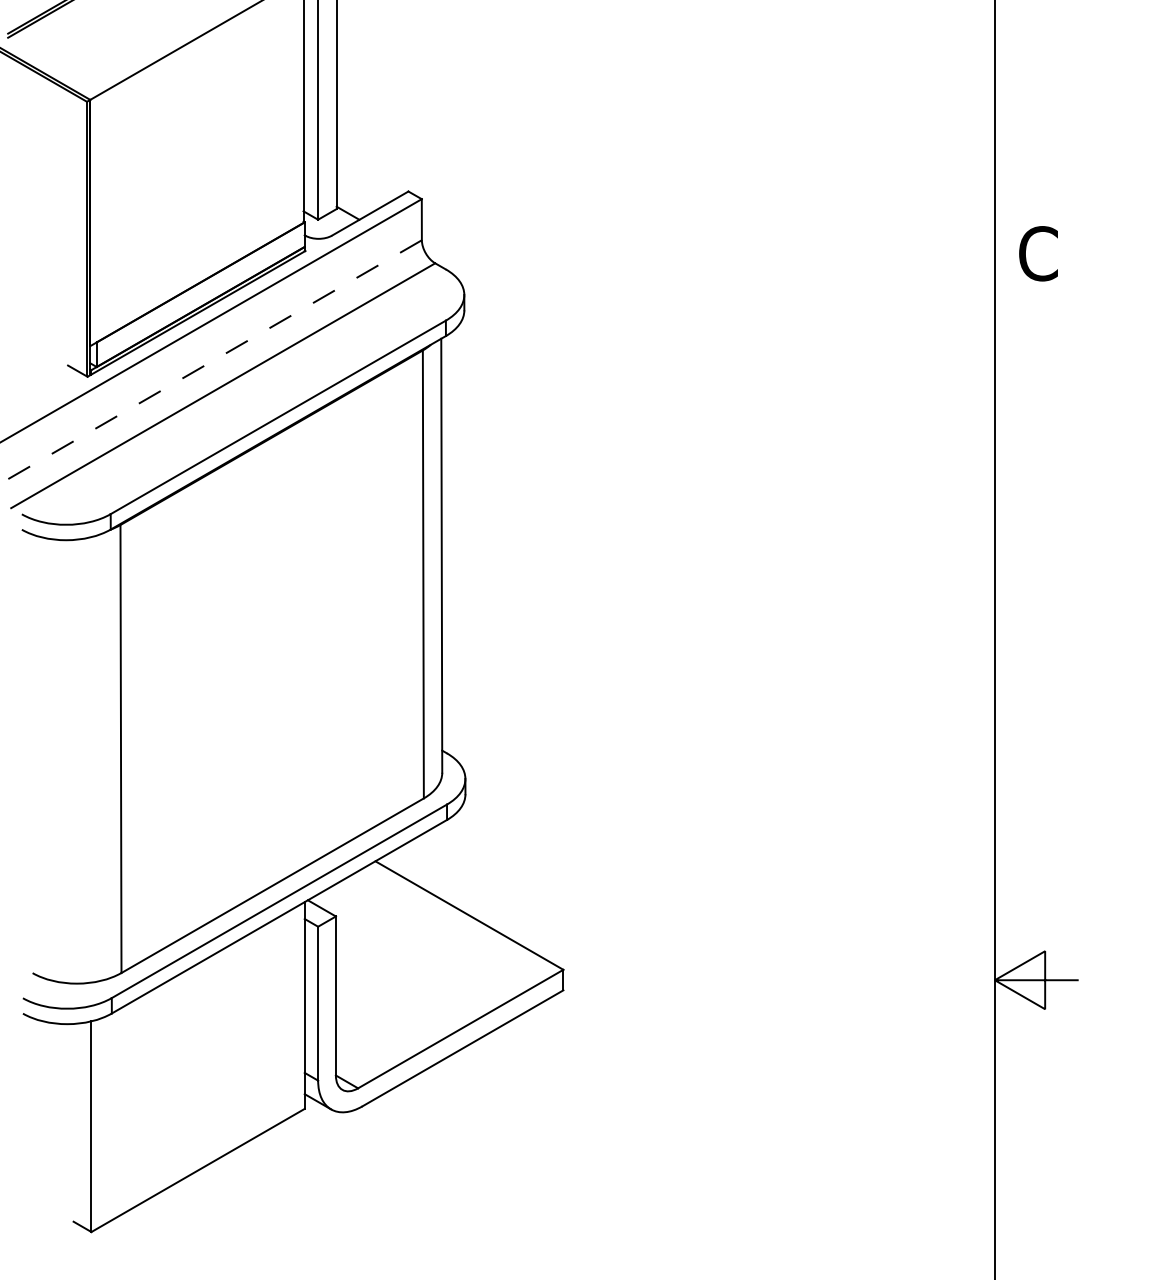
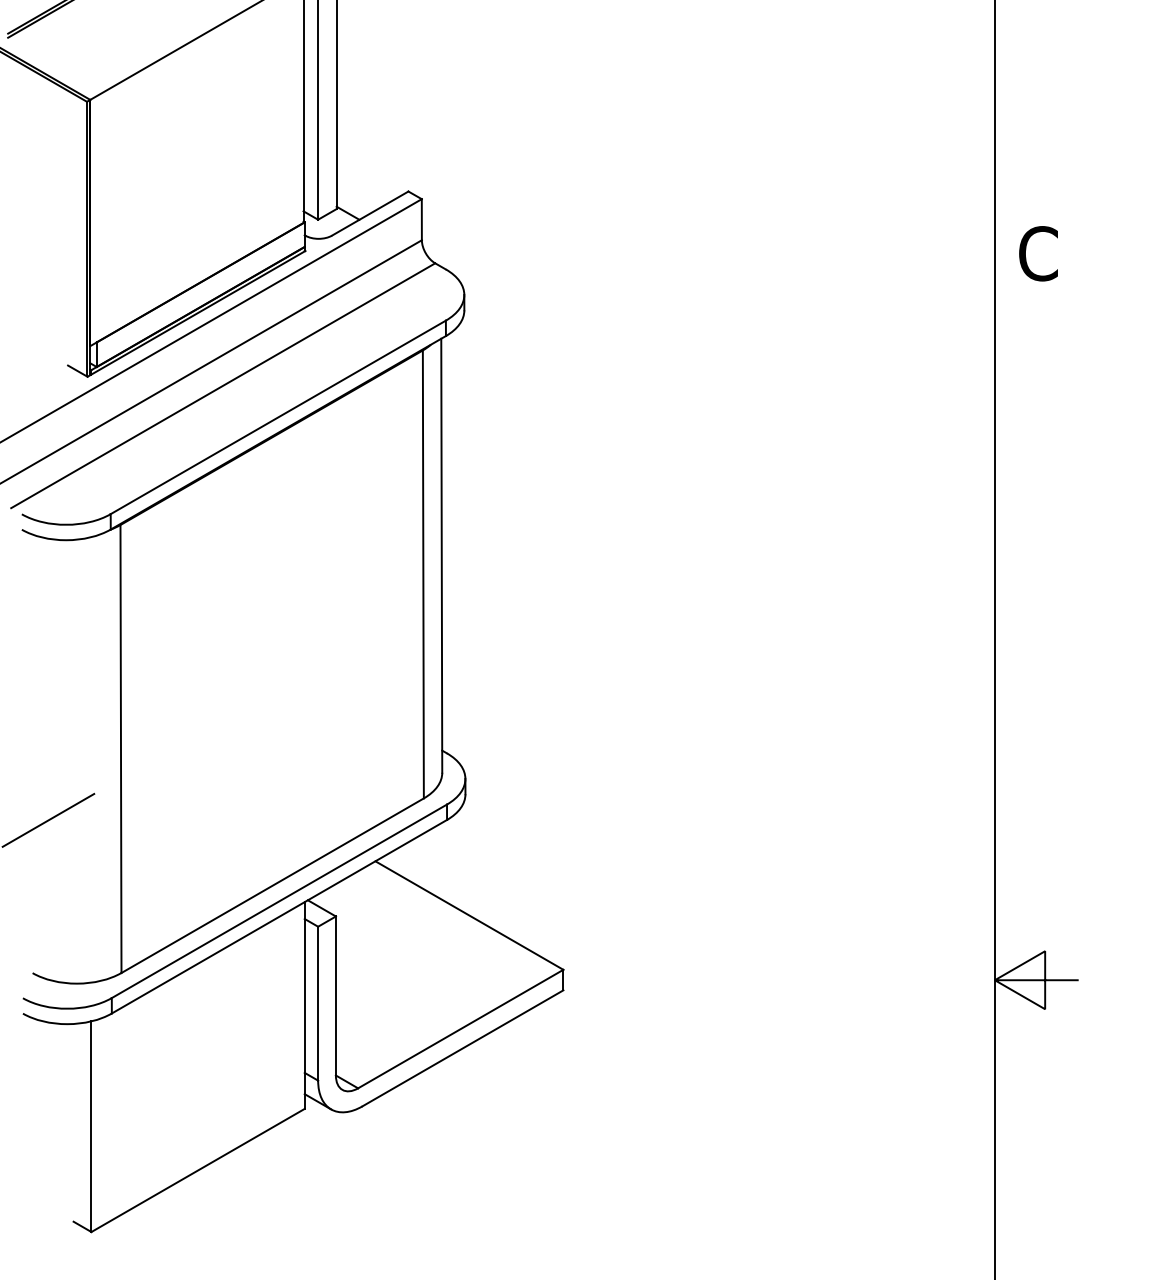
line at (210, 362): dashed -> solid
line at (48, 819): none -> present
